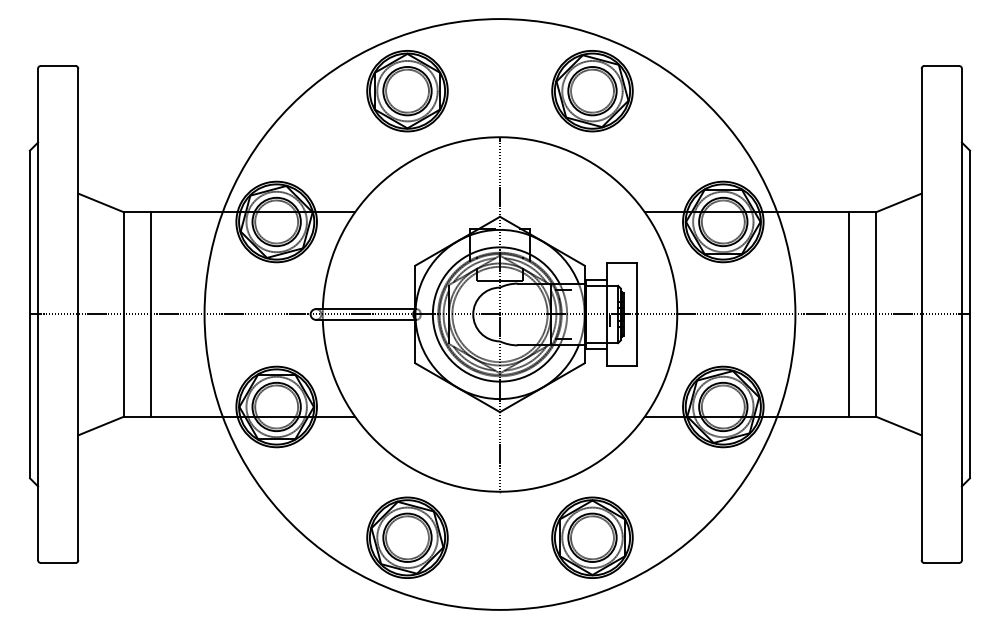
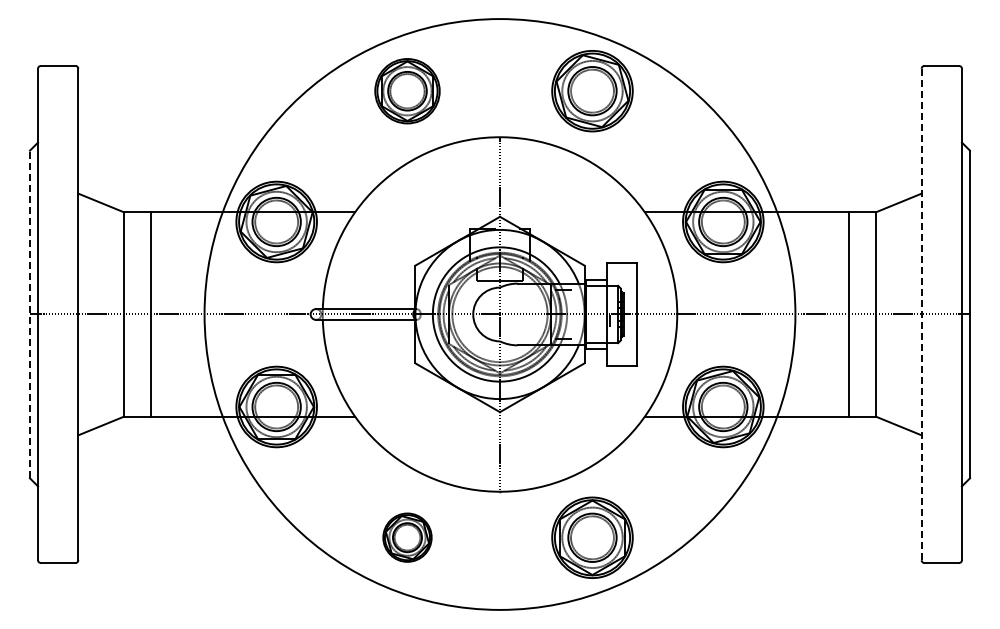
part at (407, 91) size: 83x83 px -> 67x67 px
line at (30, 314): solid -> dashed
line at (921, 314): solid -> dashed
part at (407, 537) size: 83x83 px -> 51x51 px
